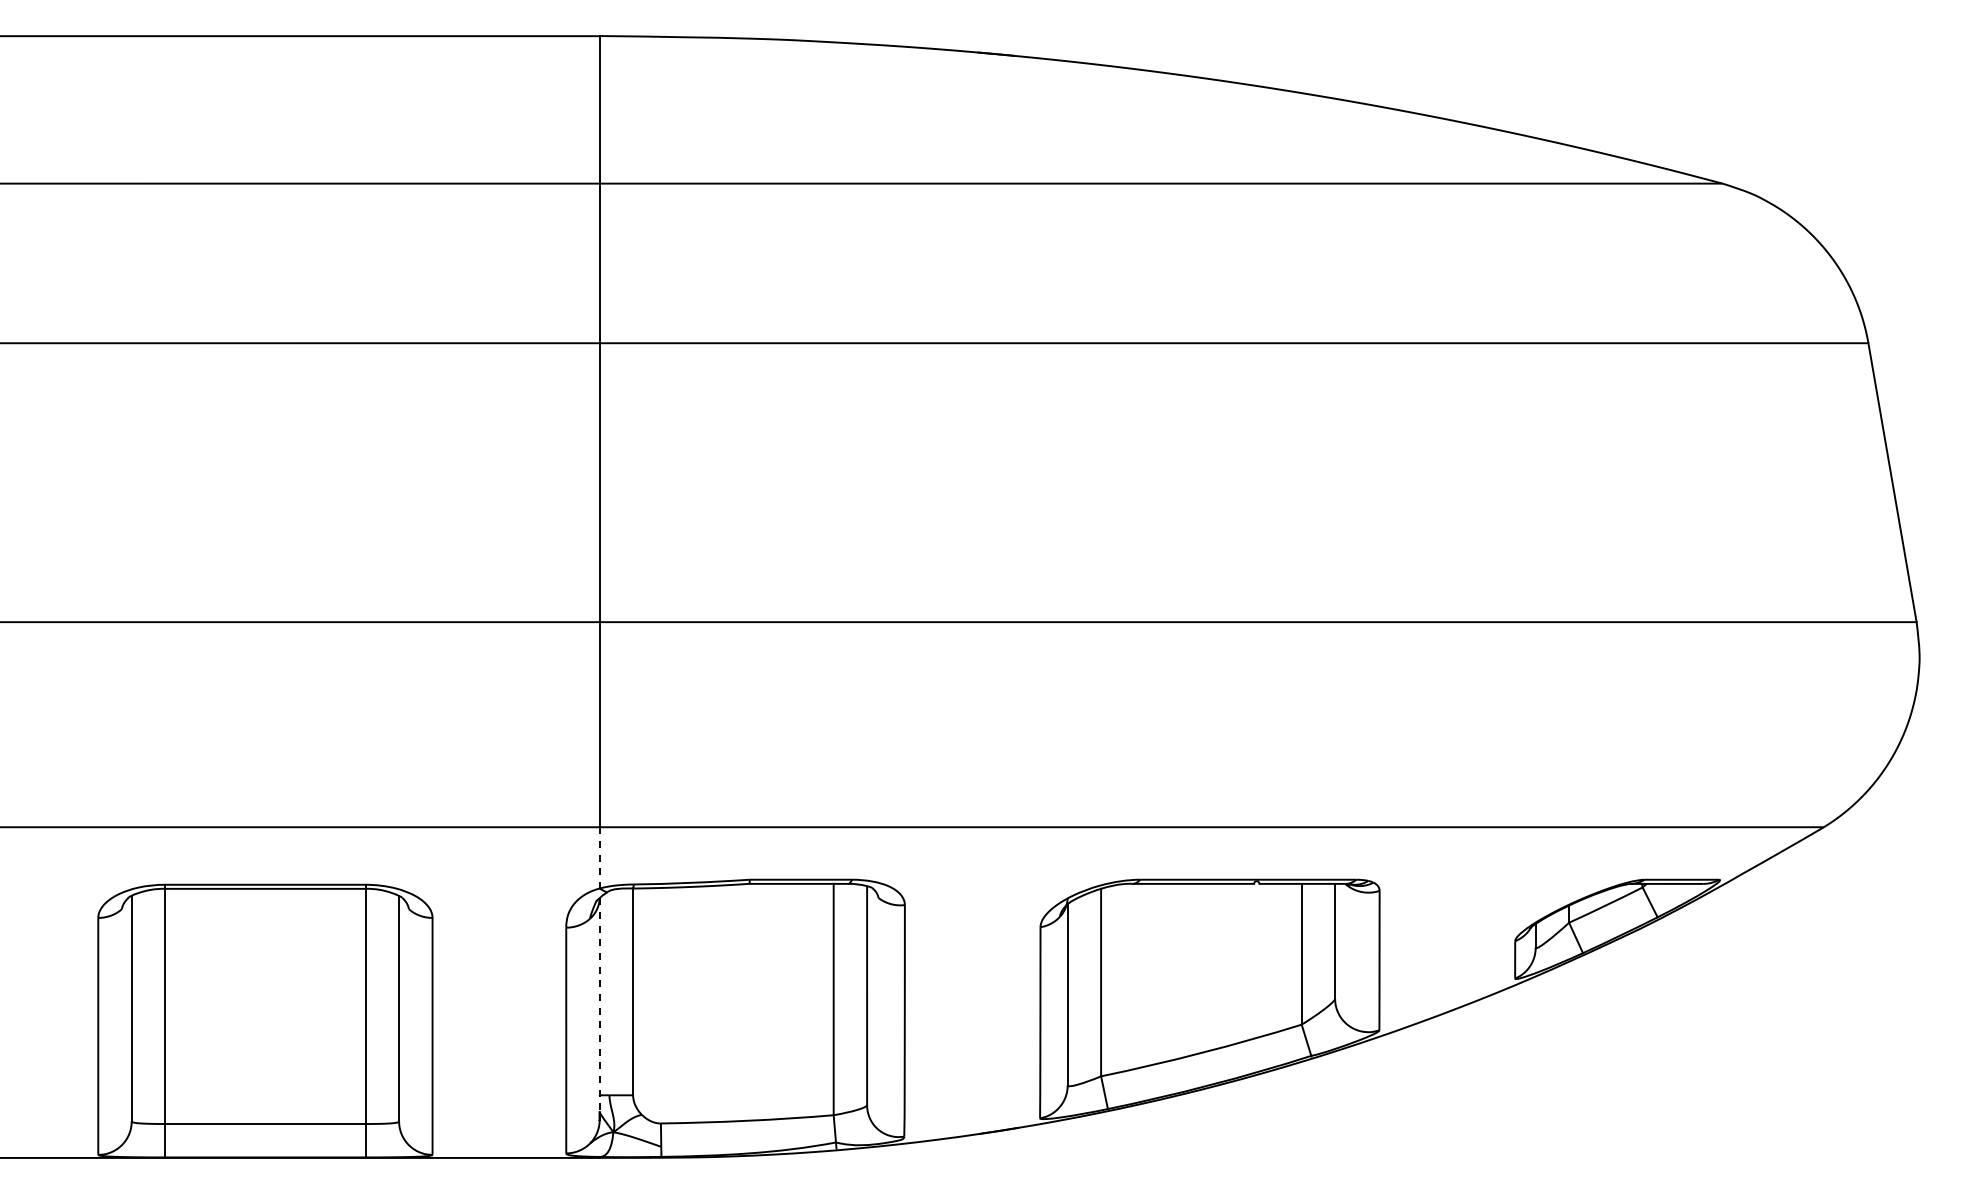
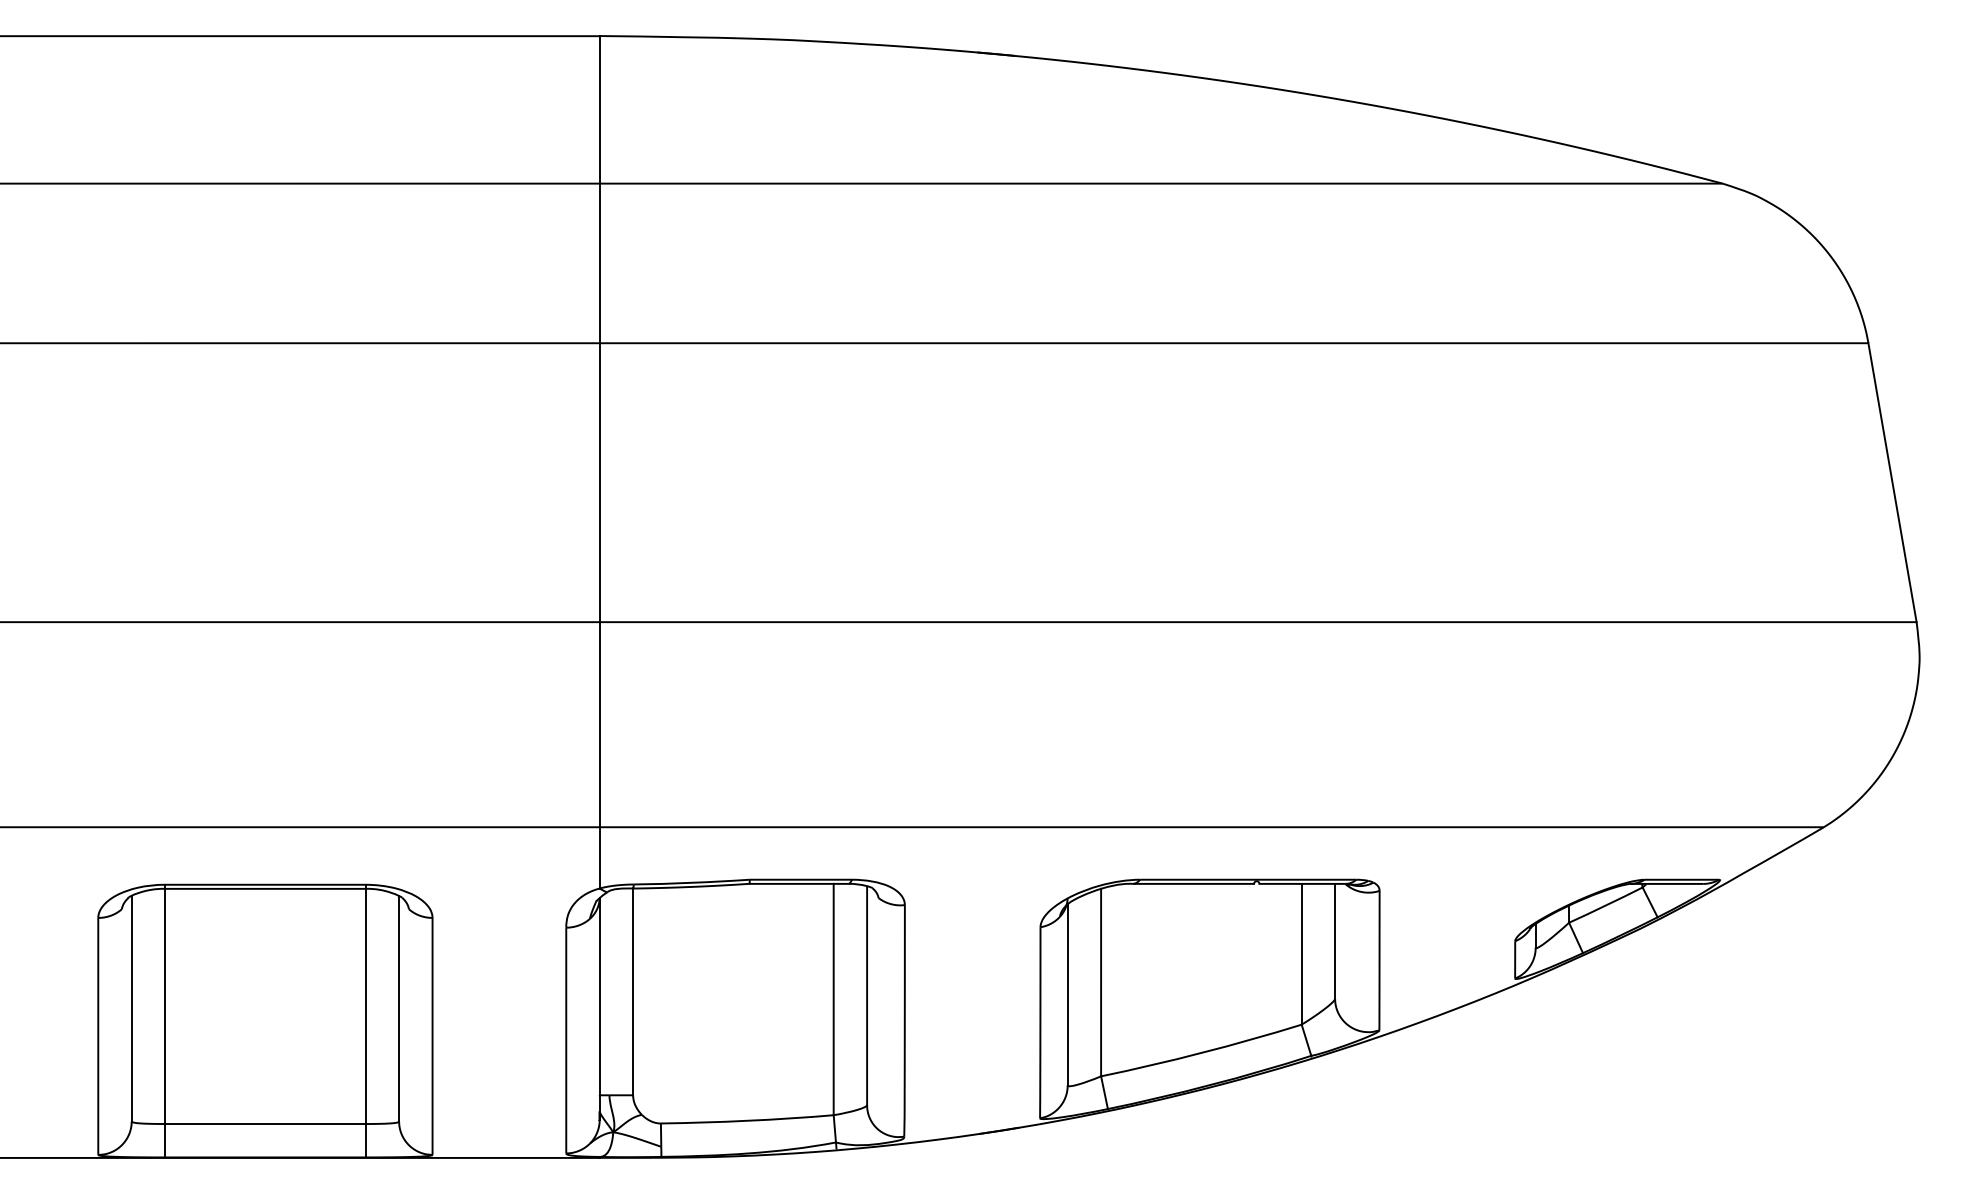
line at (599, 857): dashed -> solid
line at (599, 1009): dashed -> solid
